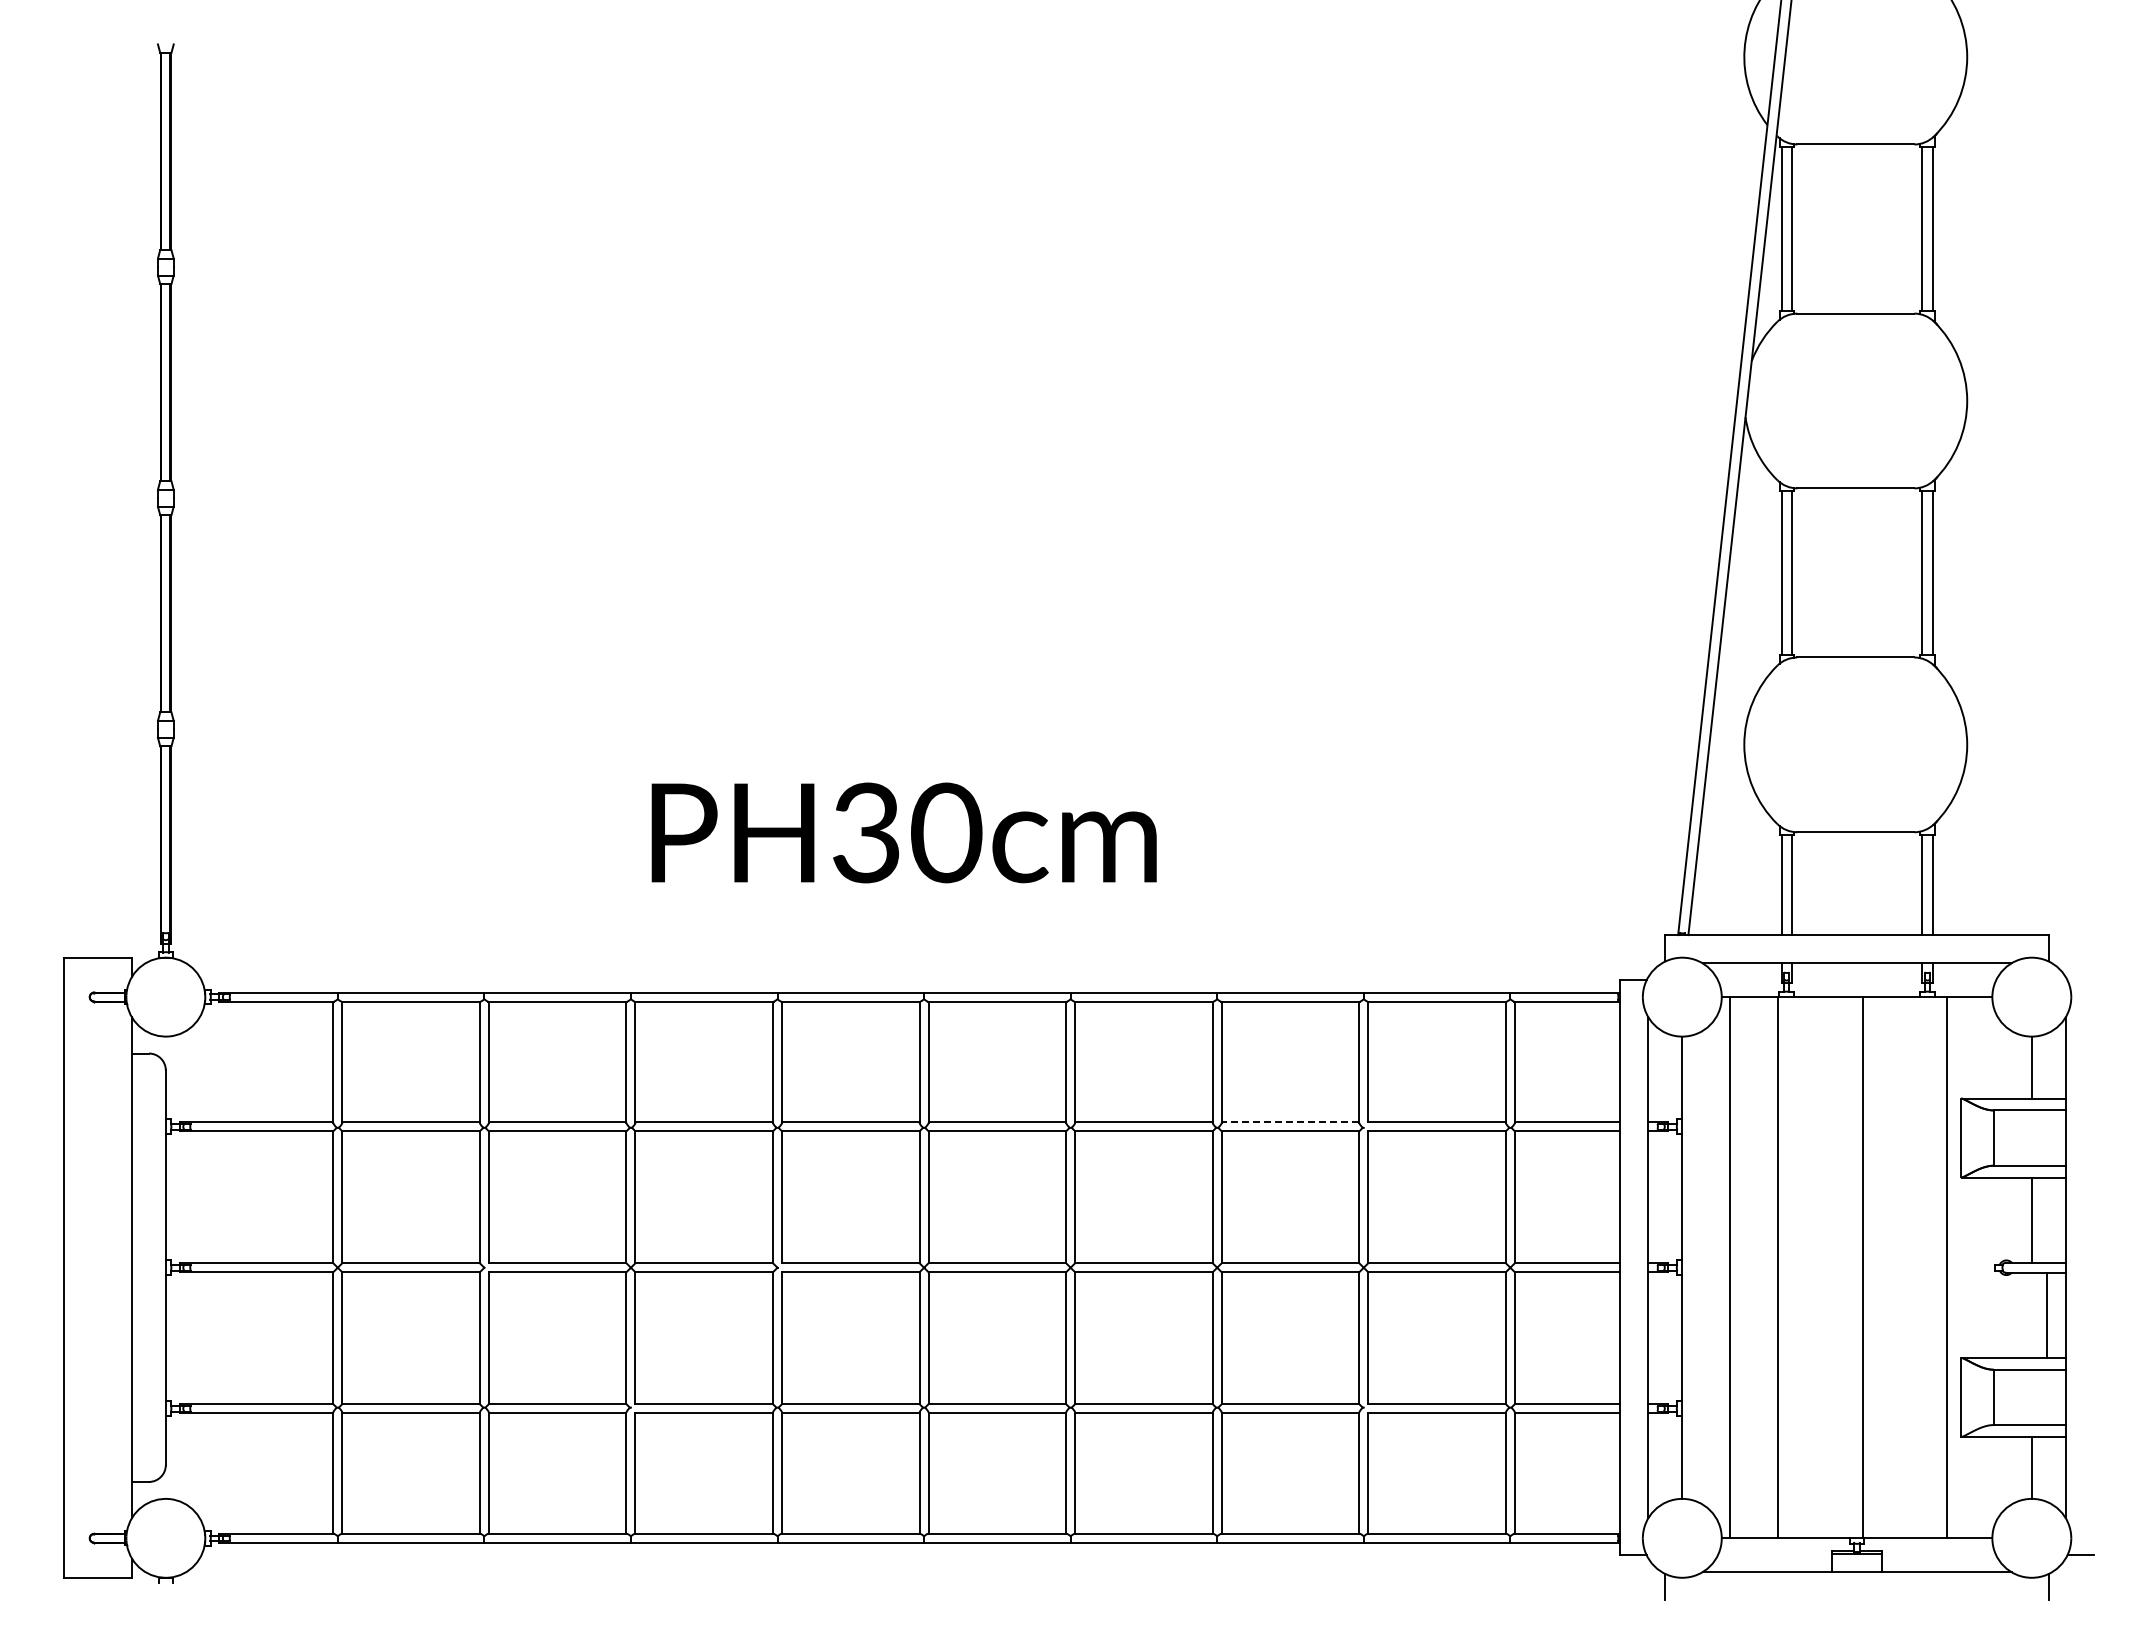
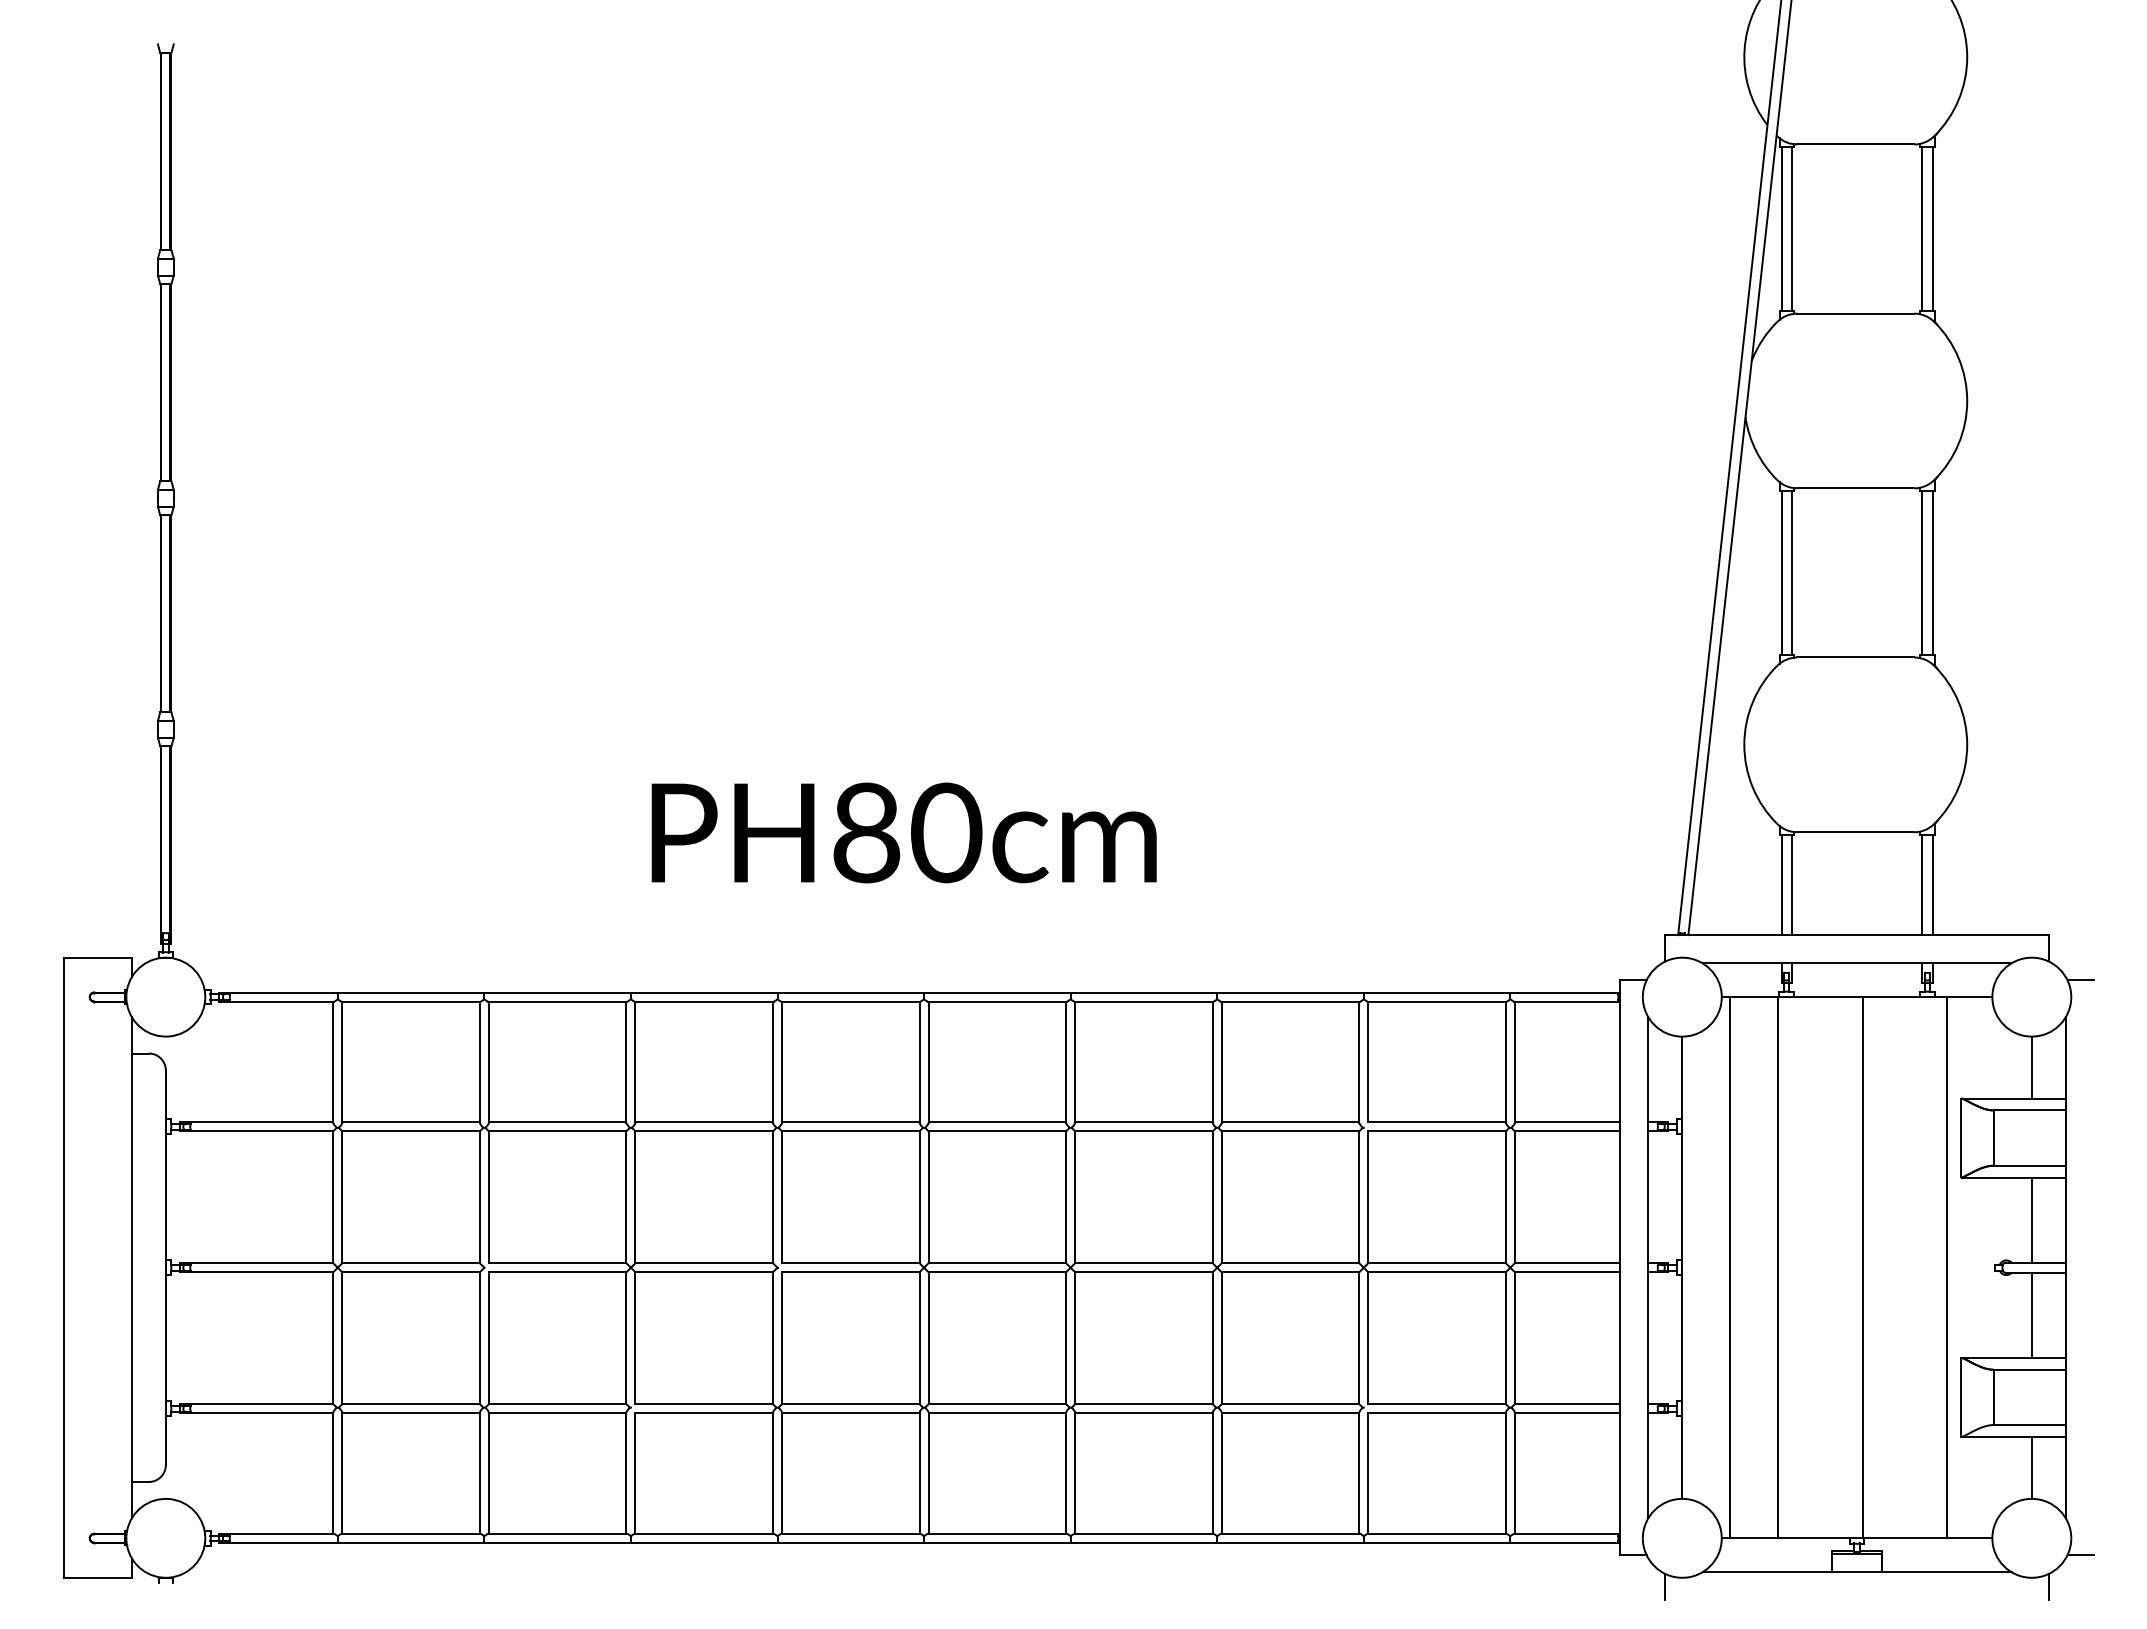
text at (866, 832): PH30cm -> PH80cm
line at (2080, 980): none -> present
line at (1290, 1122): dashed -> solid
line at (2046, 1314) position: (2046, 1314) -> (2031, 1314)
